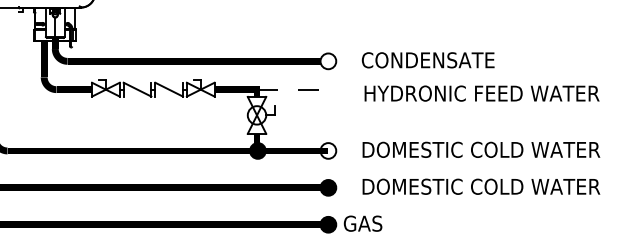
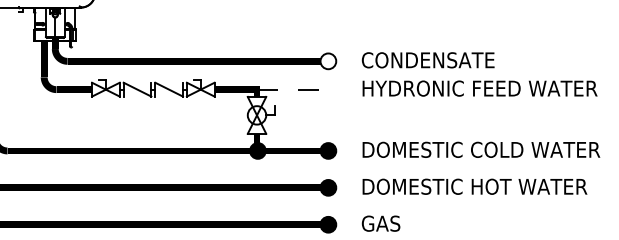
text at (481, 93) position: (481, 93) -> (479, 88)
fill at (328, 150): none -> present
text at (535, 186): DOMESTIC COLD WATER -> DOMESTIC HOT WATER
text at (362, 223) position: (362, 223) -> (380, 223)
